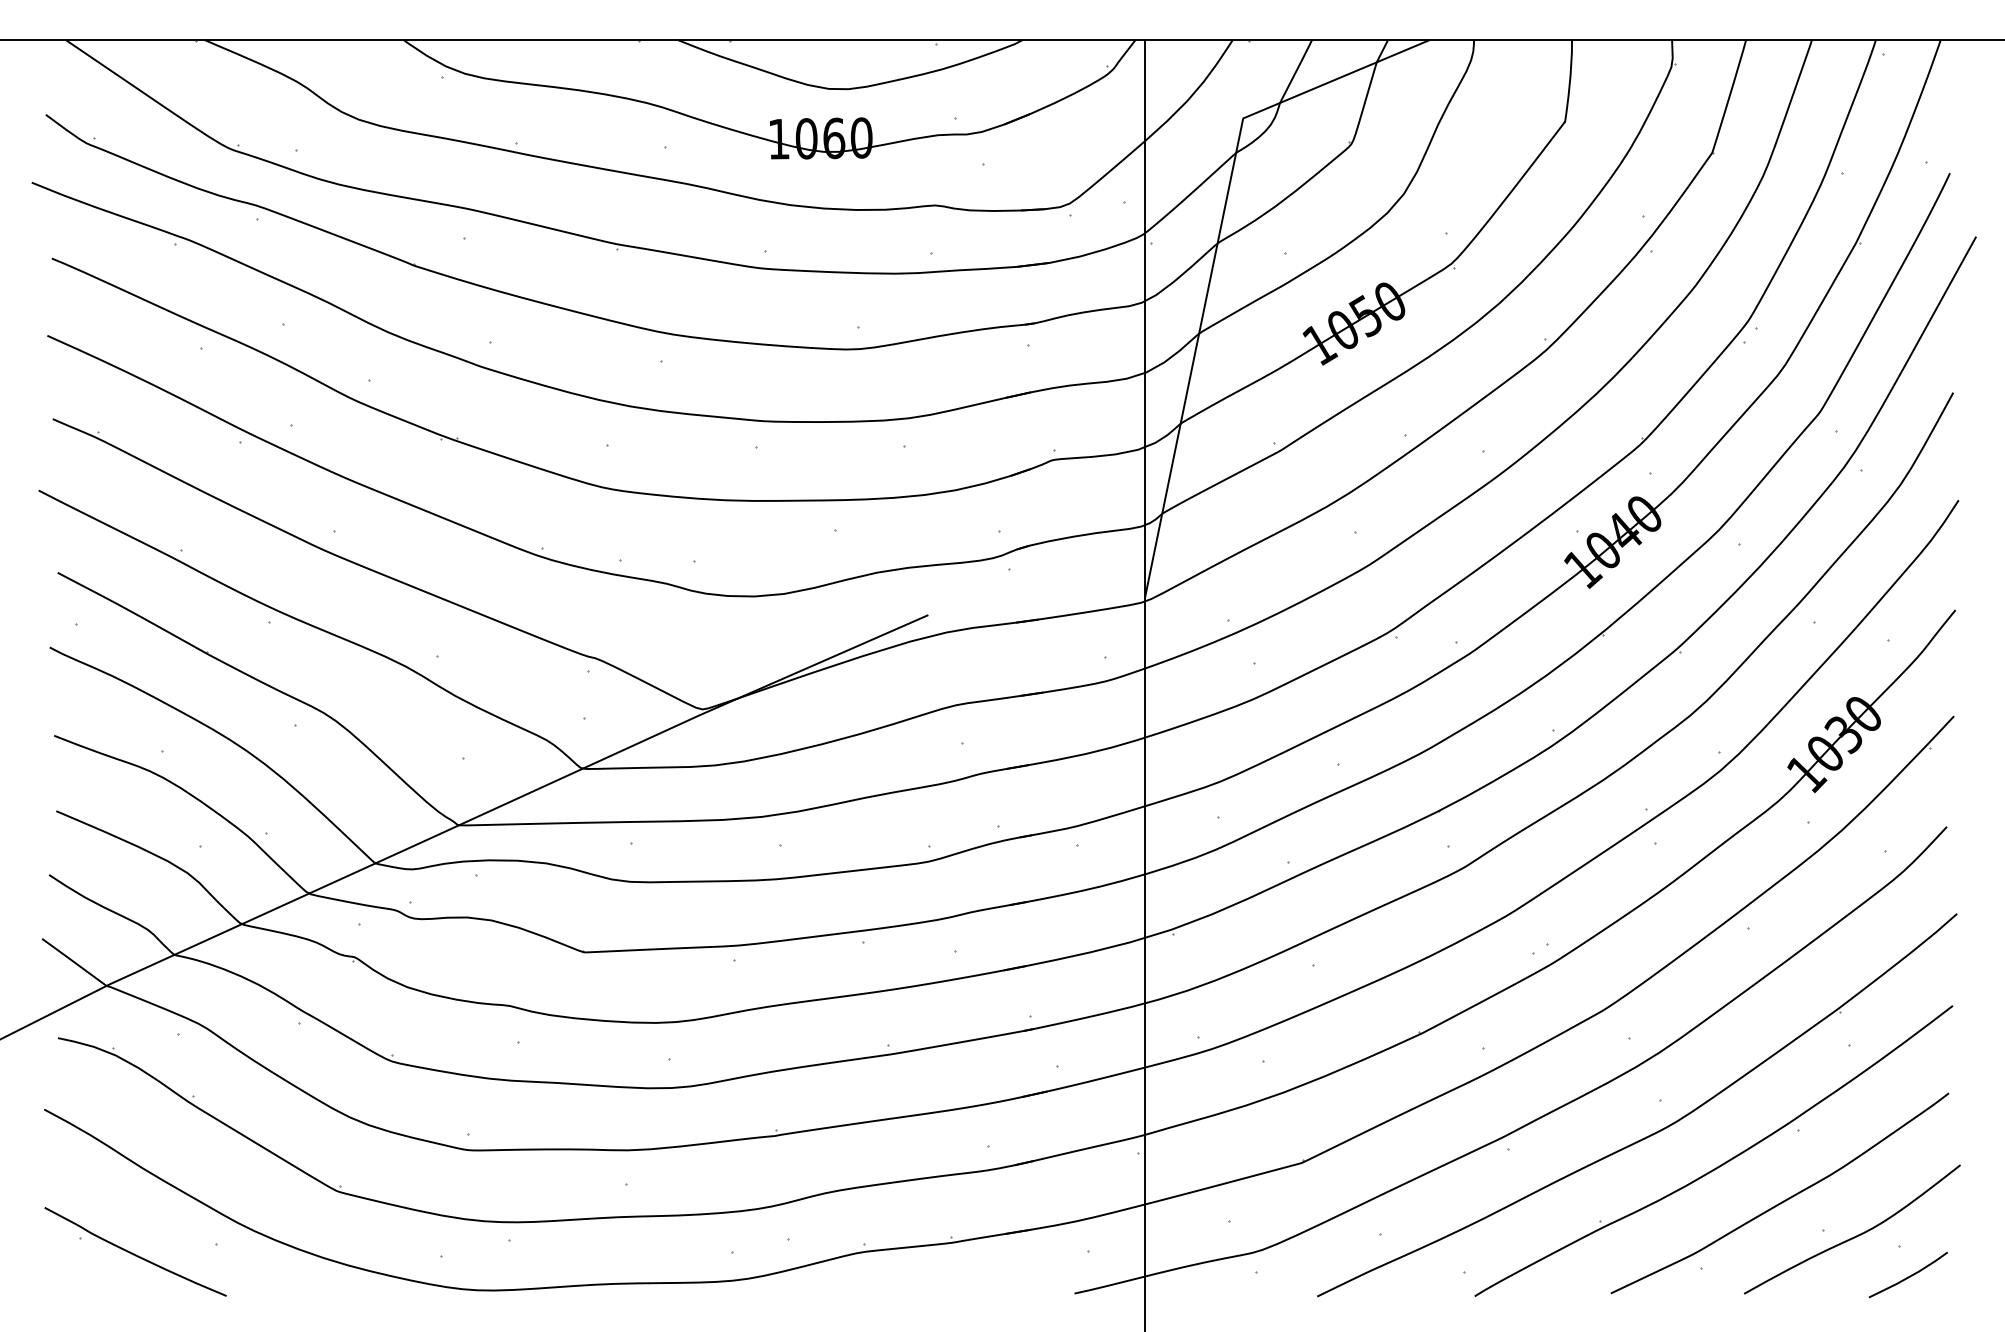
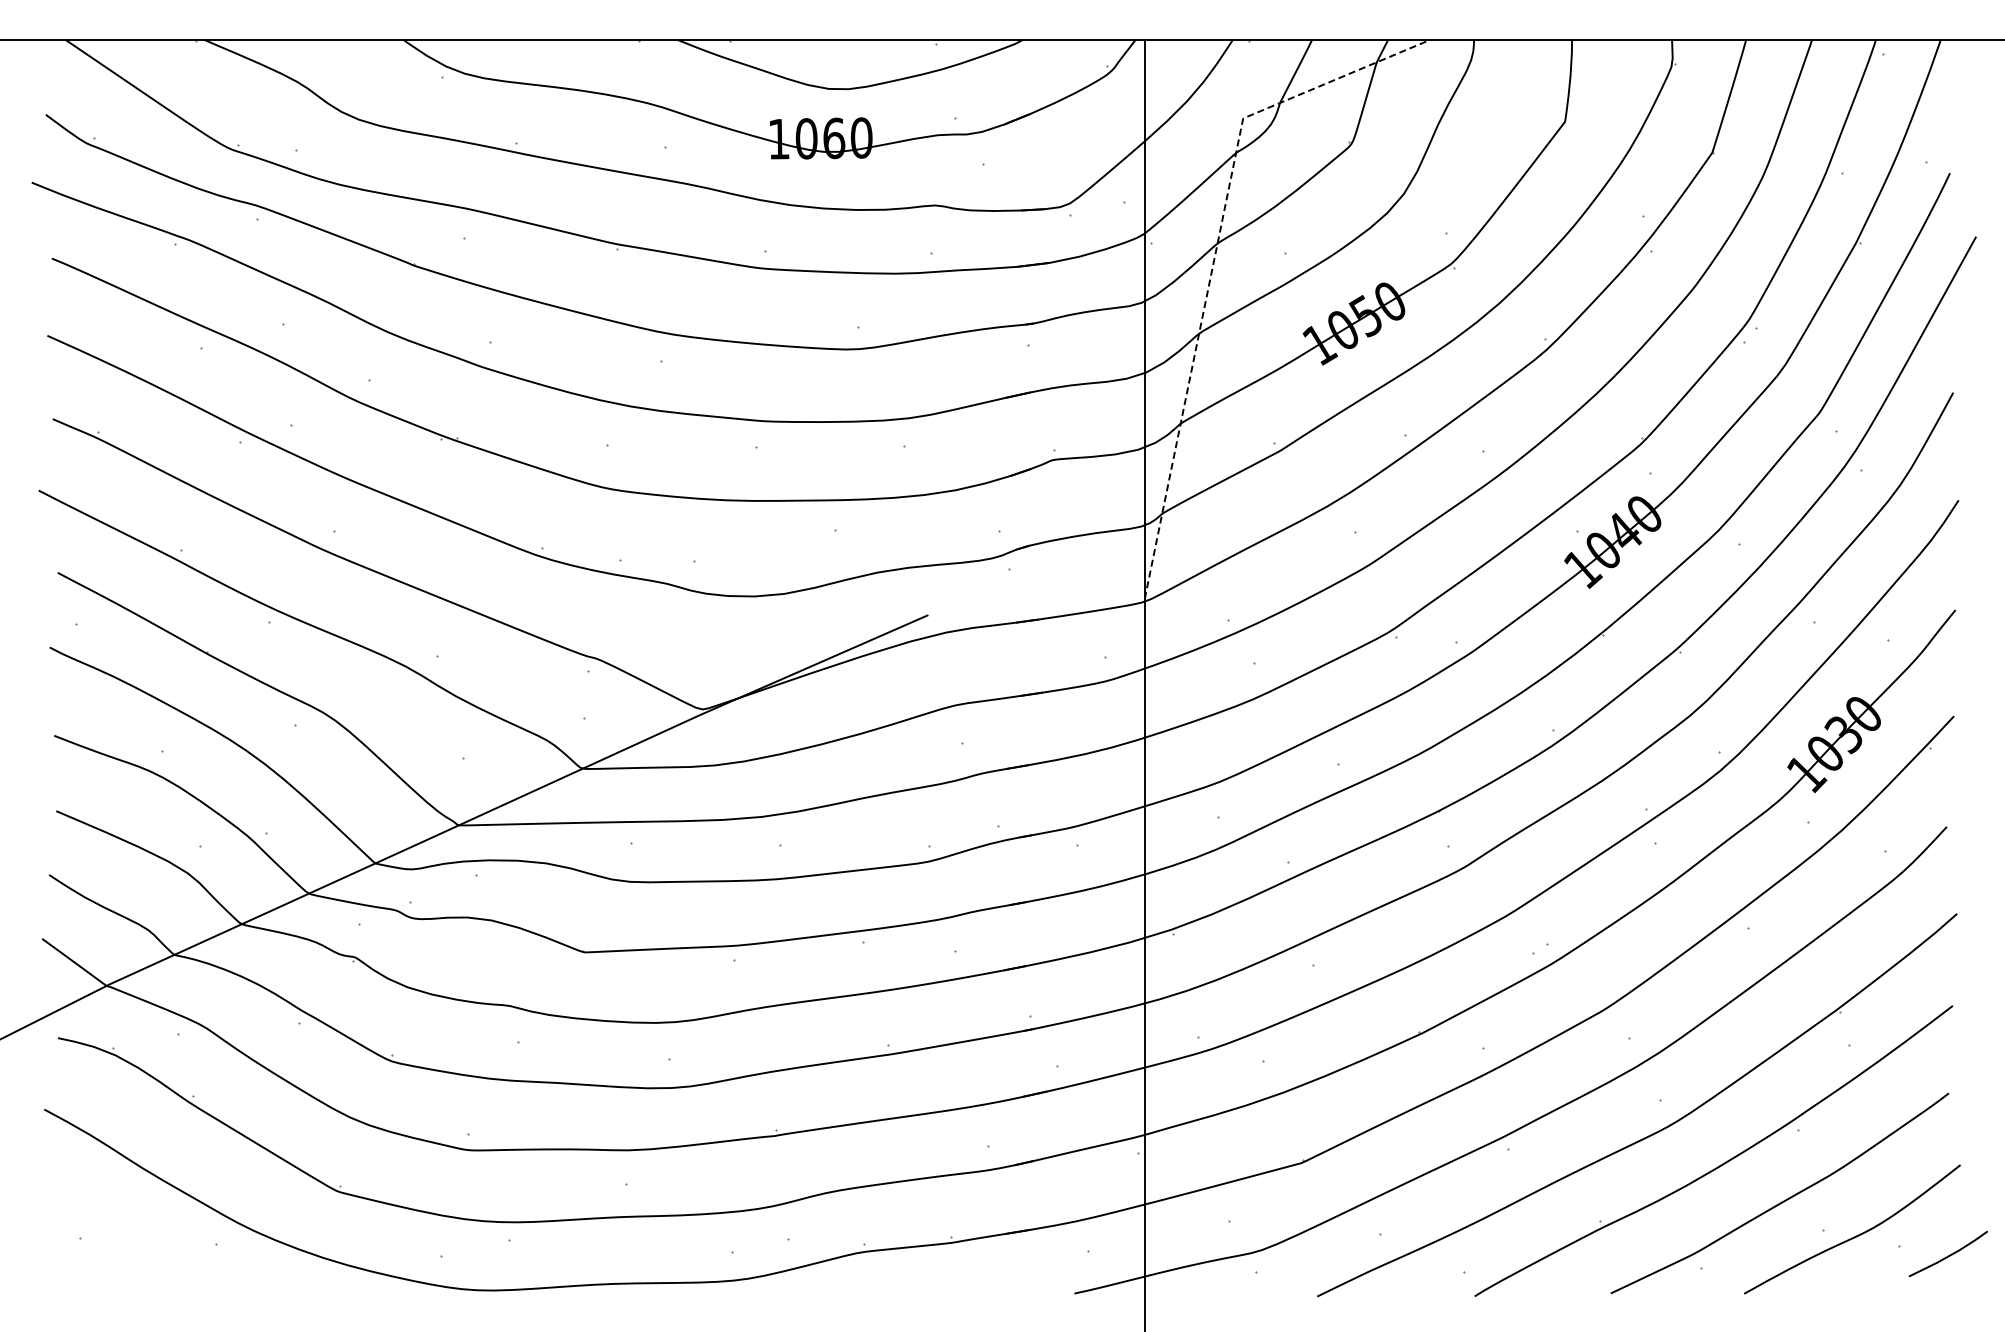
line at (1214, 258): solid -> dashed
curve at (134, 1253): present -> none
line at (1907, 1276) position: (1907, 1276) -> (1947, 1255)
